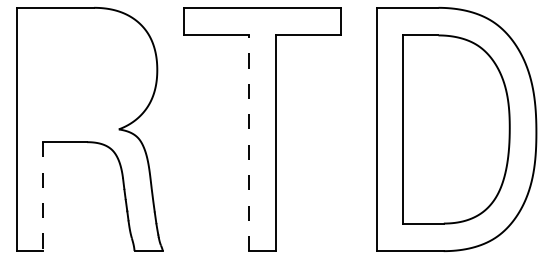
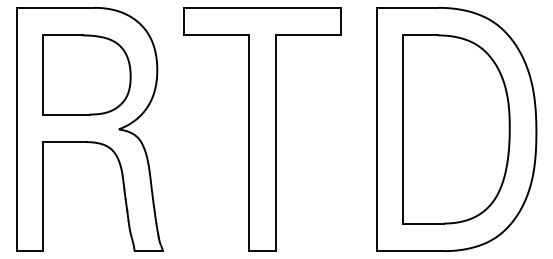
part at (86, 74): none -> present
line at (249, 143): dashed -> solid
line at (43, 197): dashed -> solid
